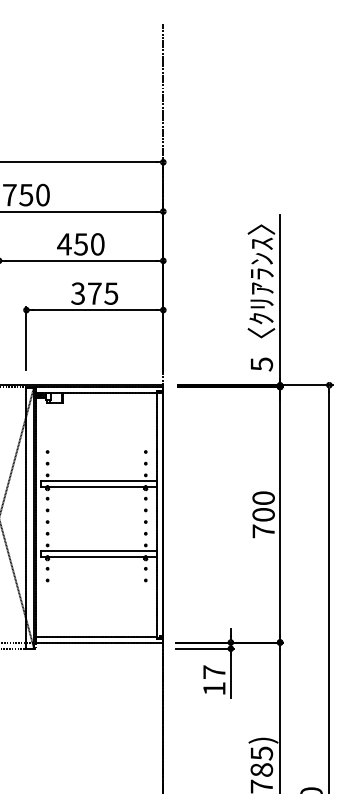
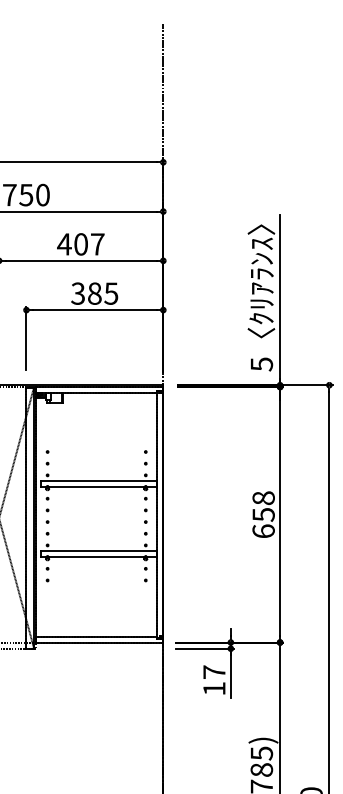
text at (89, 244): 450 -> 407
text at (94, 293): 375 -> 385
text at (263, 514): 700 -> 658
